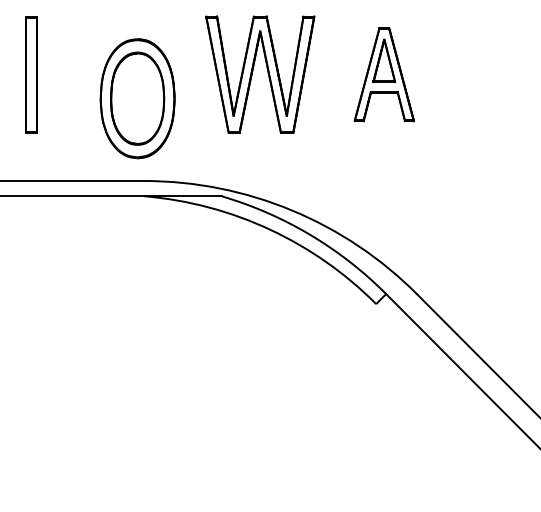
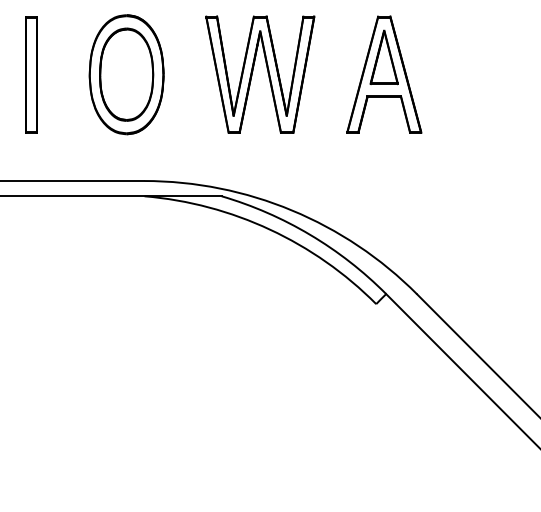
part at (383, 74) size: 62x96 px -> 77x119 px
part at (137, 98) position: (137, 98) -> (126, 74)
